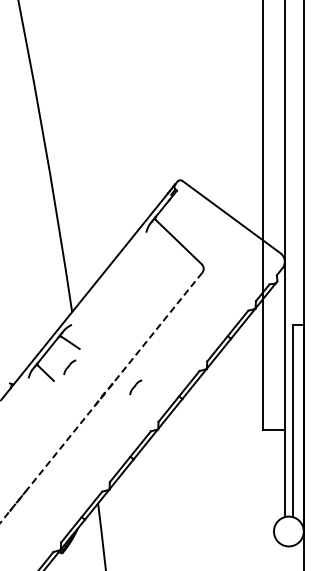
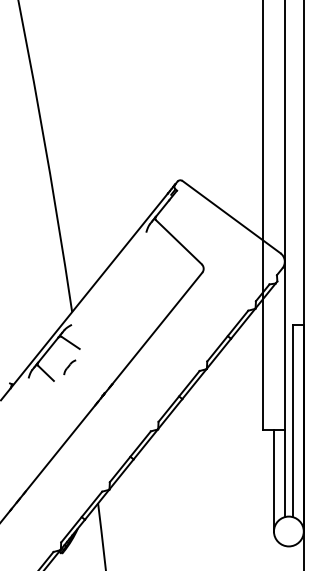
part at (135, 387): present -> none
line at (101, 397): dashed -> solid
line at (273, 480): none -> present
